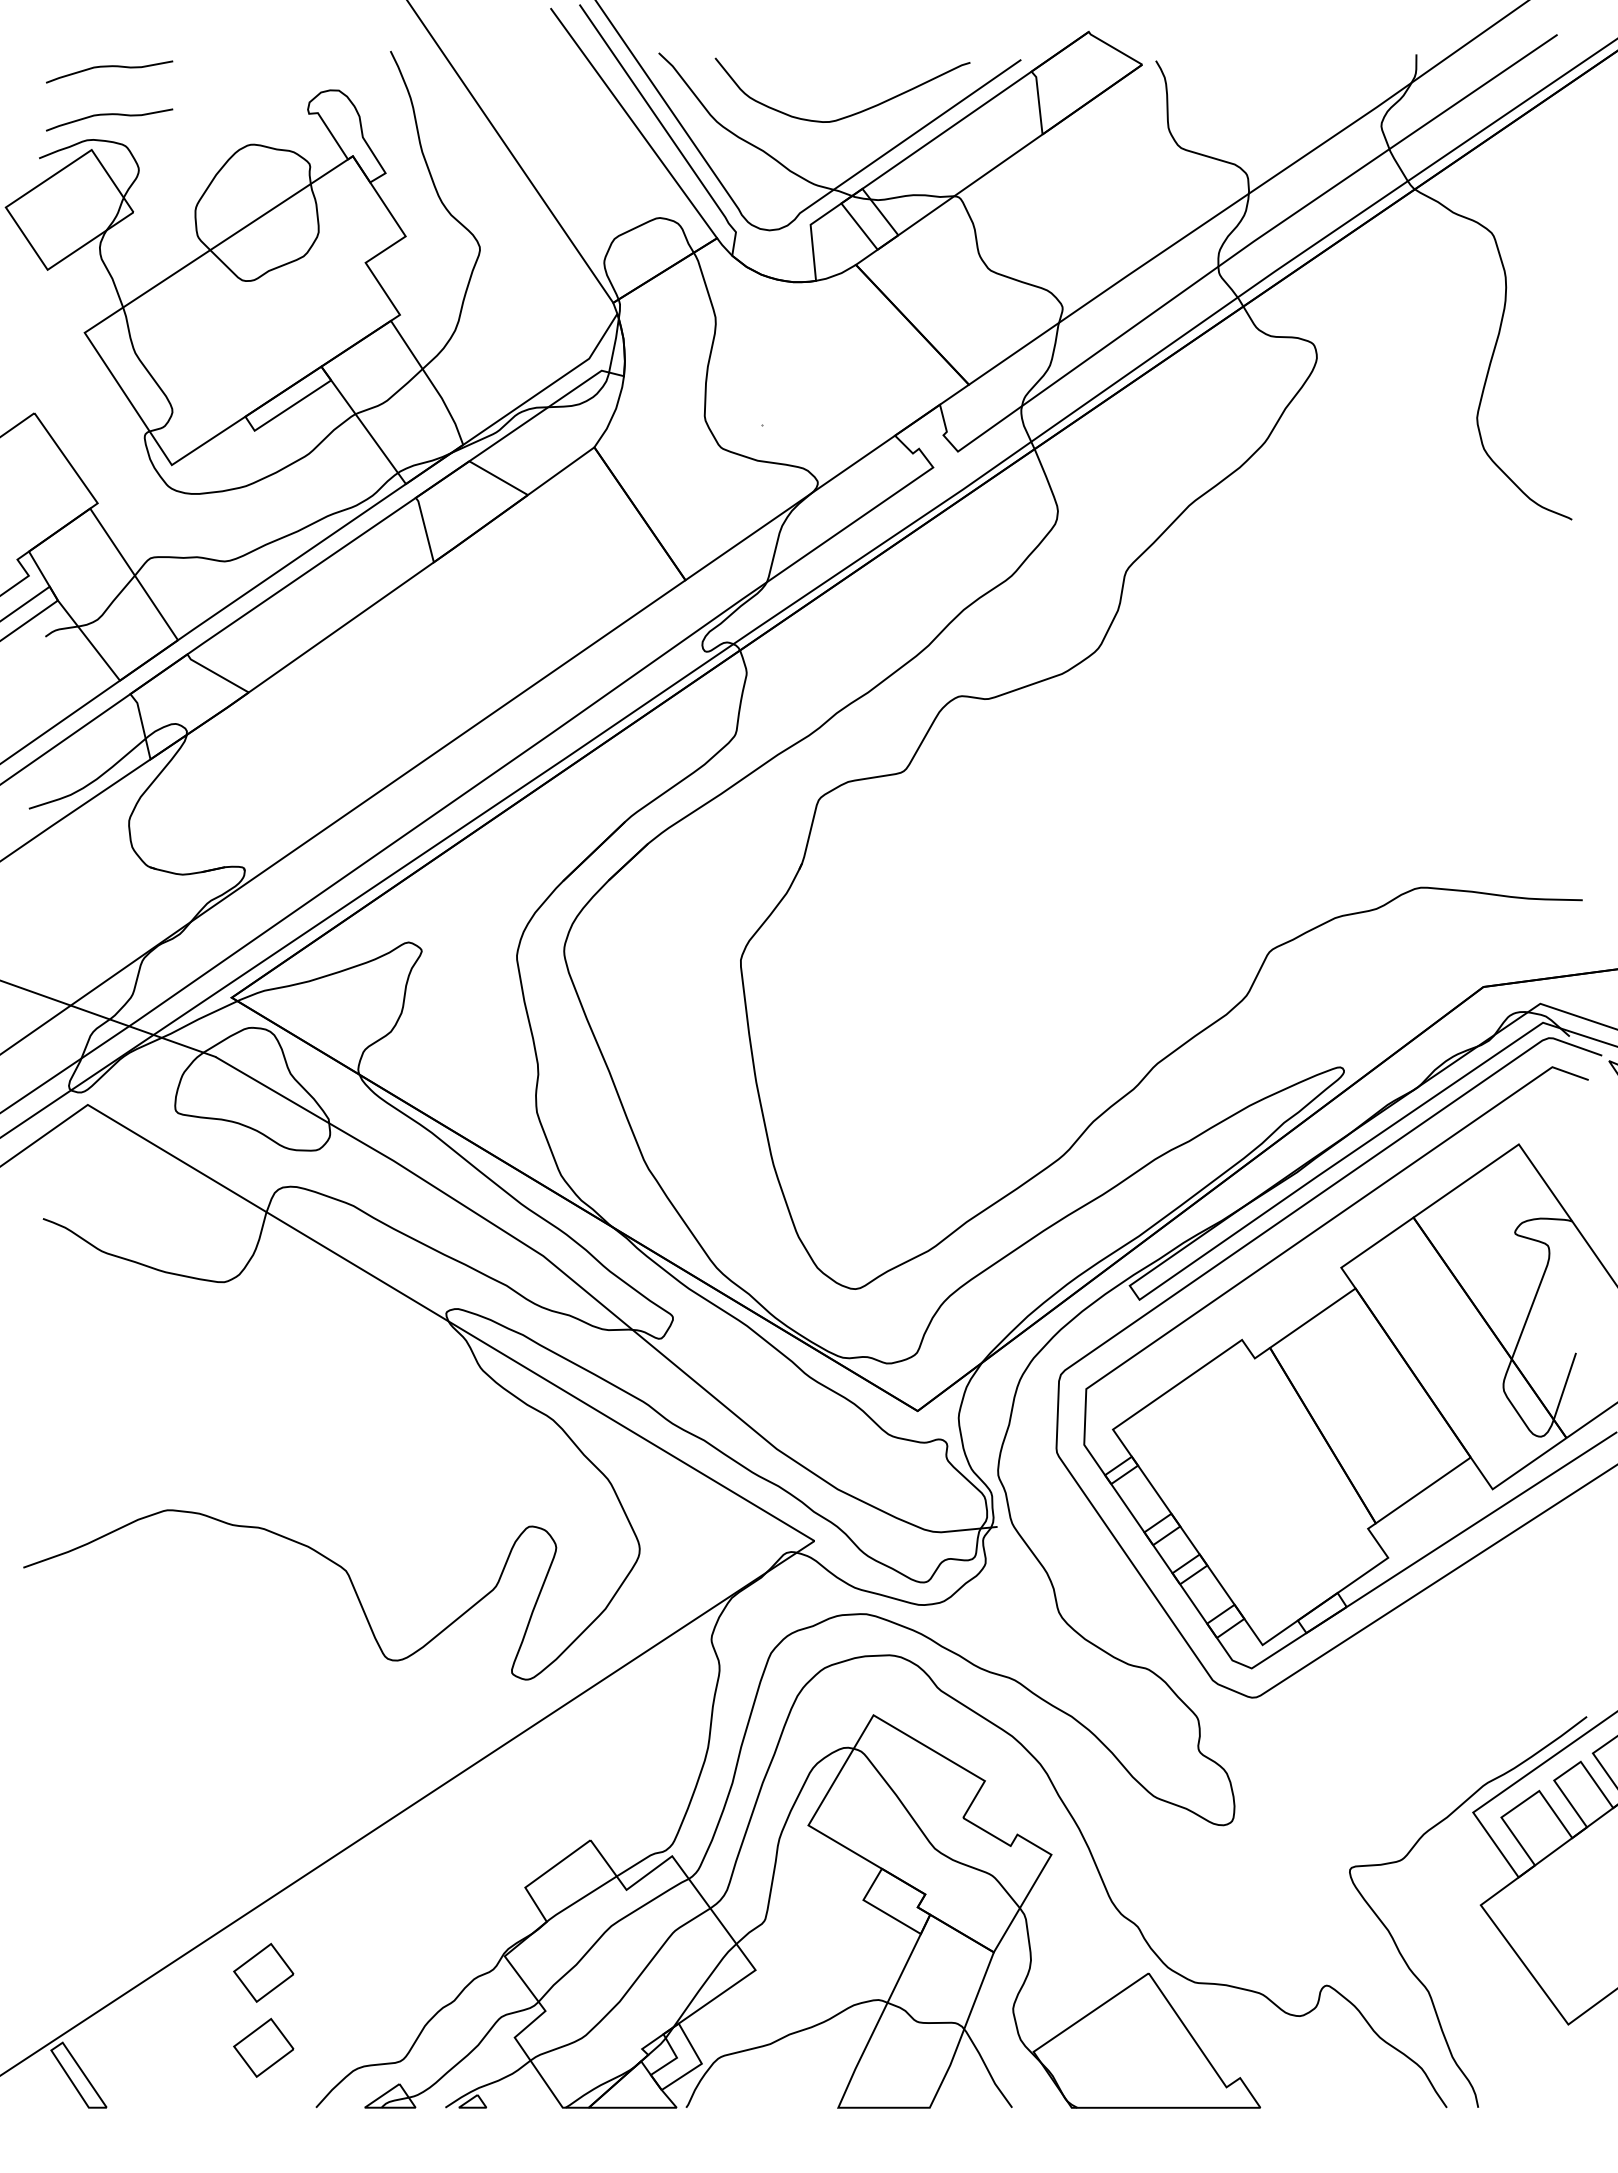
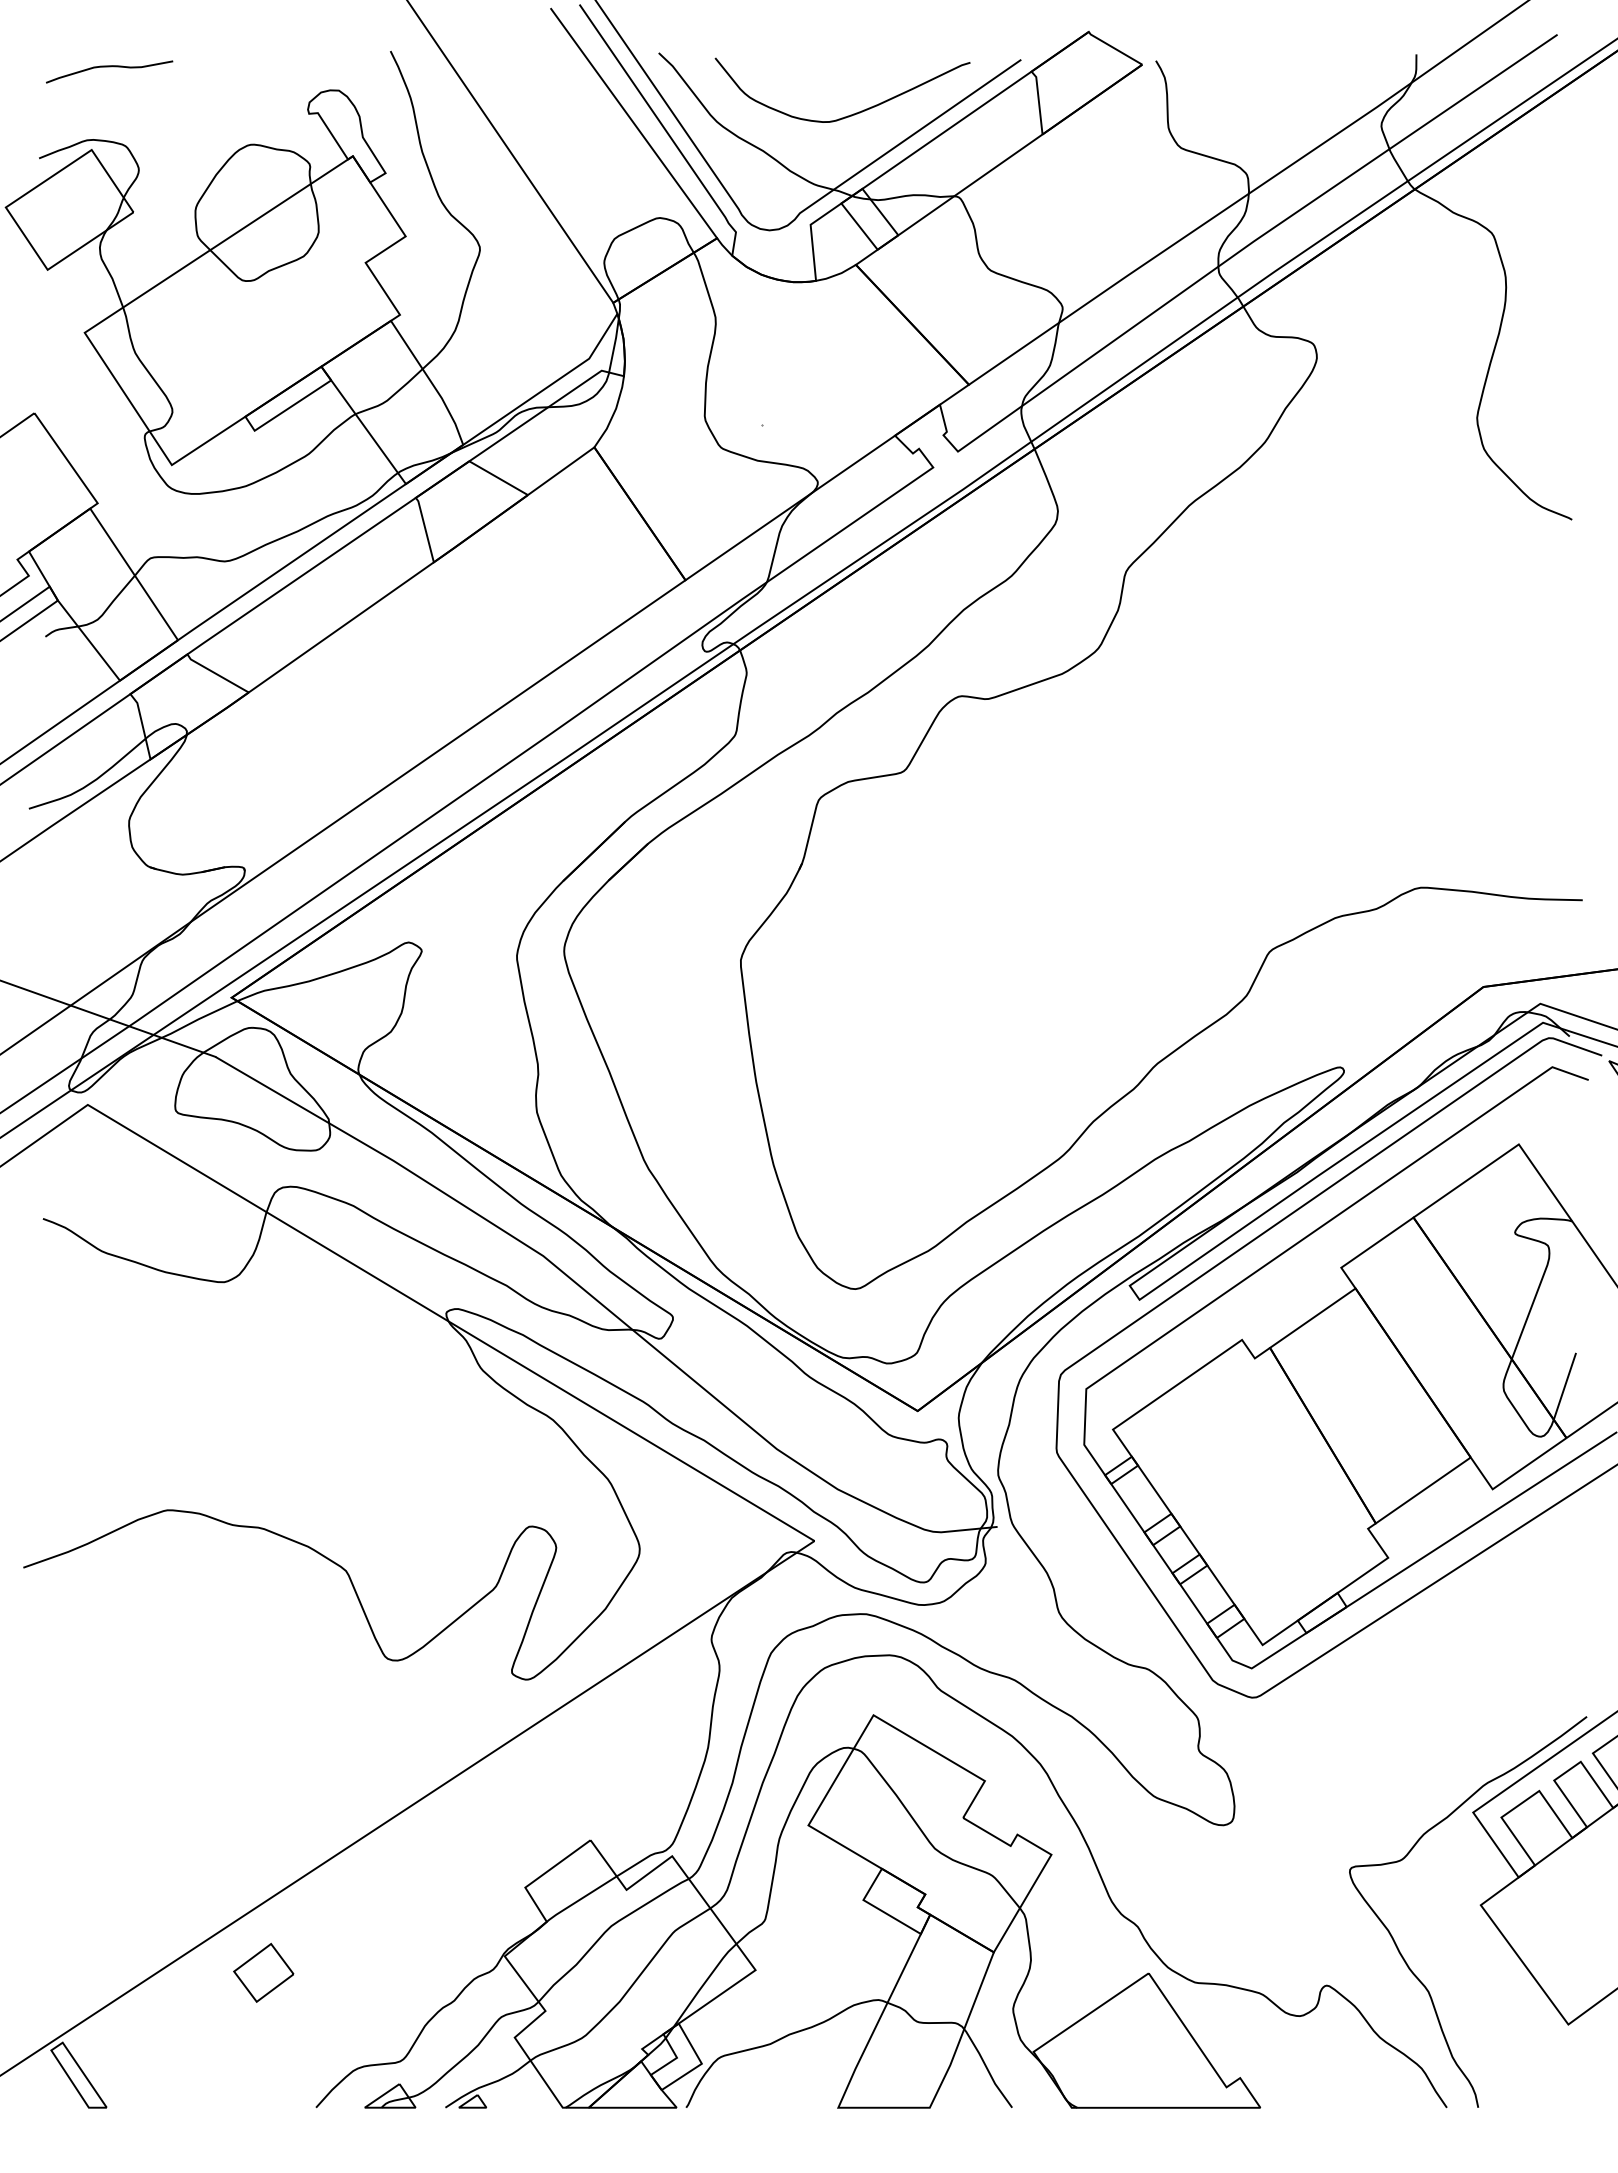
curve at (109, 115): present -> none
part at (263, 2047): present -> none
